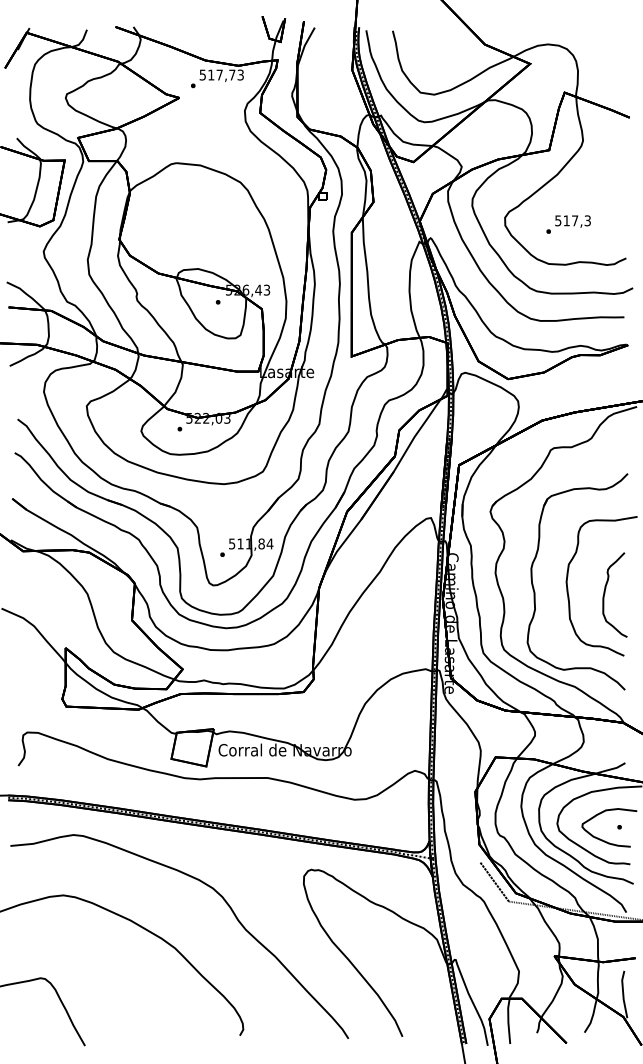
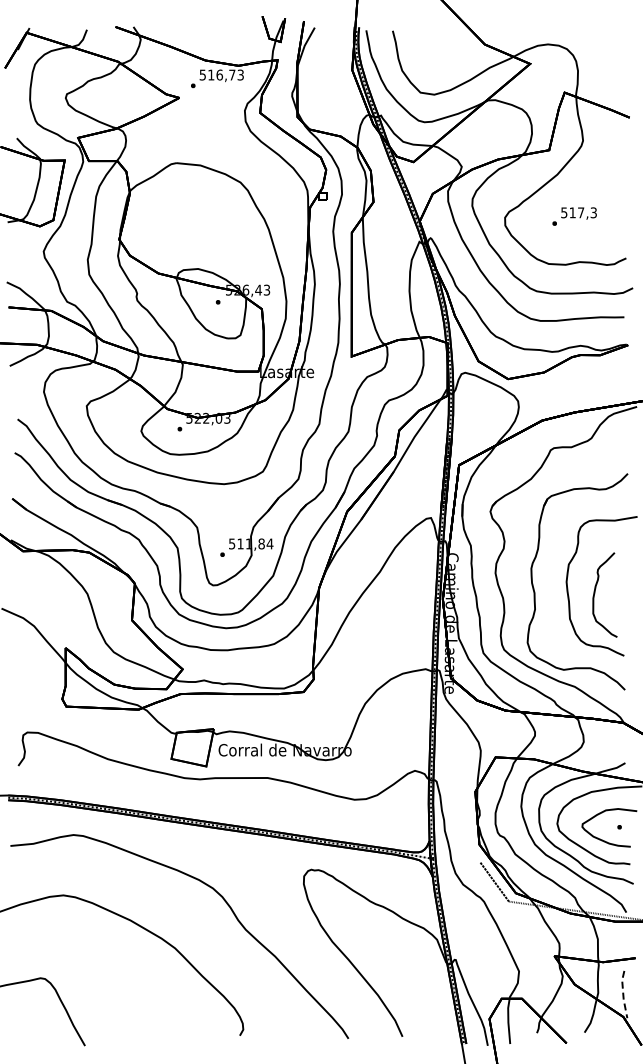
text at (219, 74): 517,73 -> 516,73
text at (568, 224) position: (568, 224) -> (574, 216)
curve at (605, 593) position: (605, 593) -> (595, 593)
line at (623, 994): solid -> dashed
